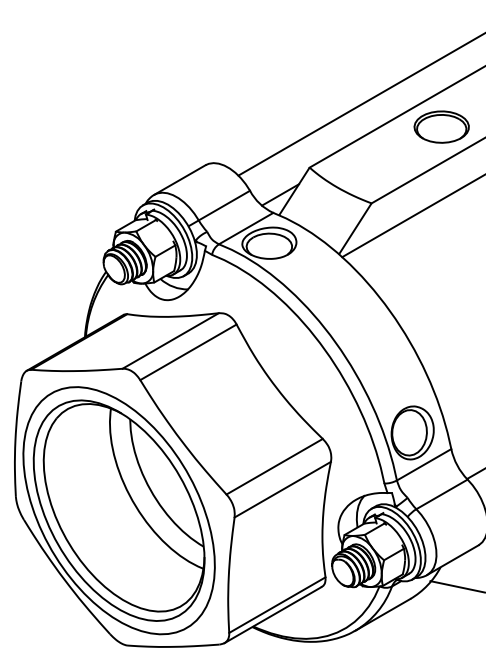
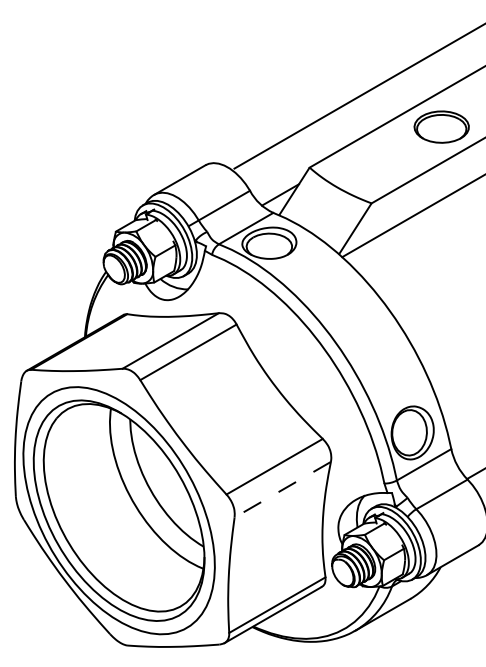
line at (360, 104) position: (360, 104) -> (358, 96)
line at (282, 489): solid -> dashed
line at (456, 586): present -> none
